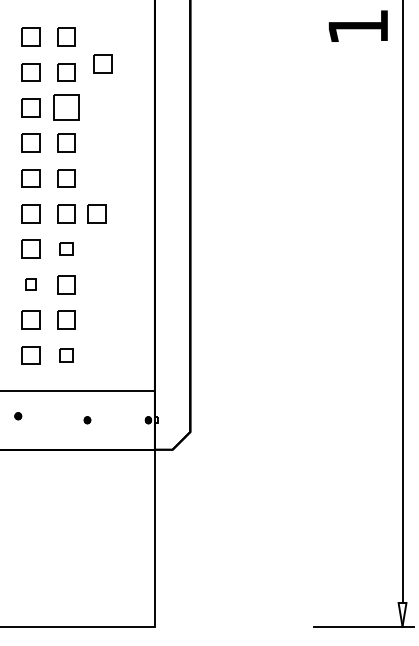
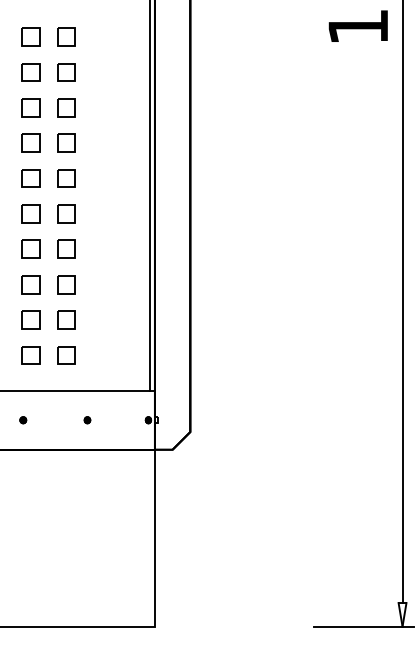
part at (102, 63): present -> none
part at (66, 107) size: 27x27 px -> 19x20 px
line at (150, 196): none -> present
part at (96, 213): present -> none
part at (66, 248) size: 15x14 px -> 19x20 px
part at (30, 284) size: 12x13 px -> 20x20 px
part at (66, 355) size: 15x15 px -> 19x19 px
part at (18, 416) position: (18, 416) -> (23, 420)
